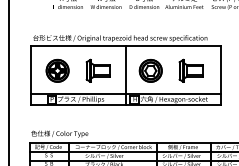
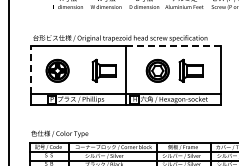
line at (173, 46): solid -> dashed
line at (30, 69): solid -> dashed
part at (97, 70) position: (97, 70) -> (103, 70)
part at (150, 70) position: (150, 70) -> (157, 70)
